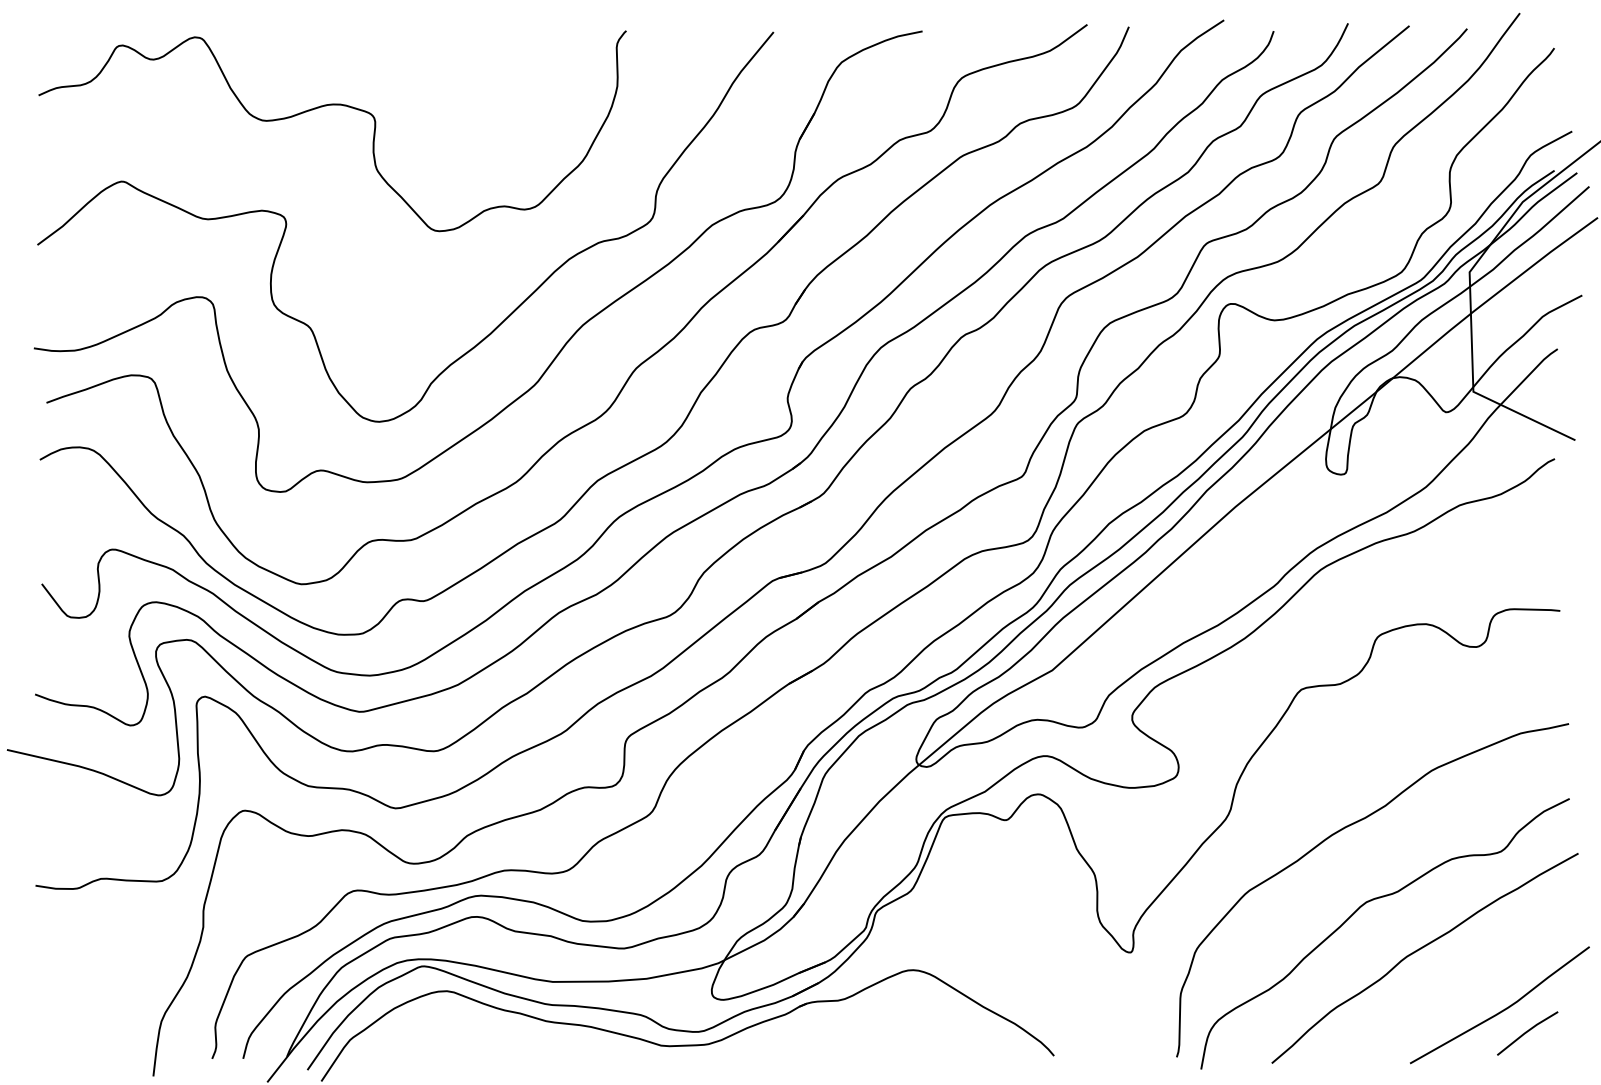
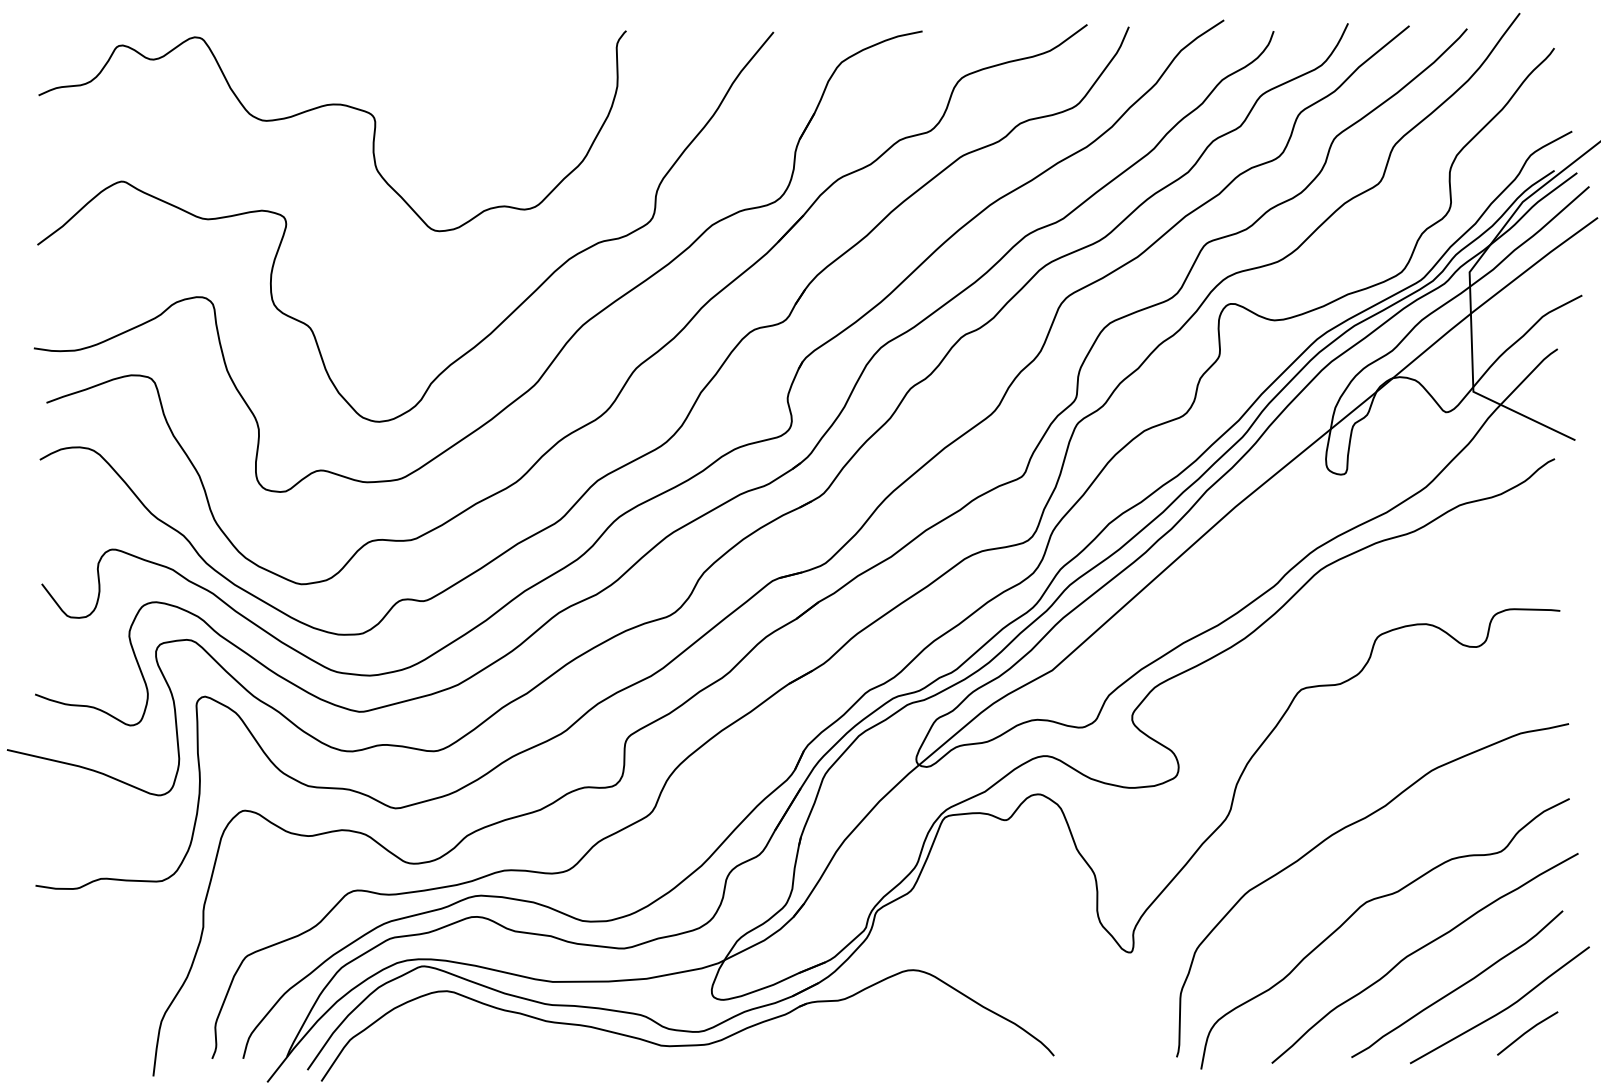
curve at (1458, 986): none -> present
